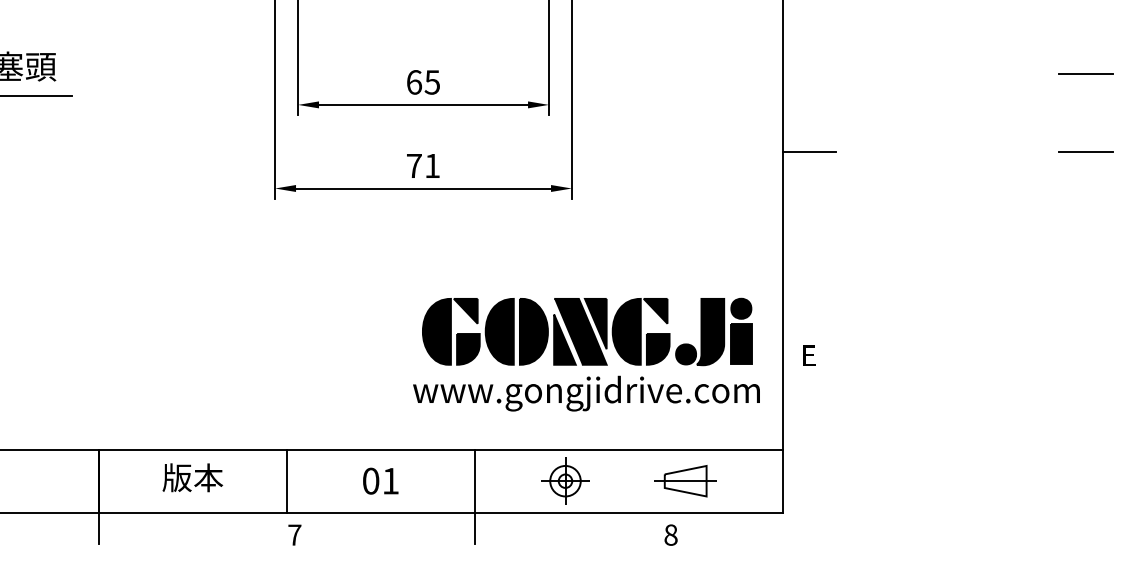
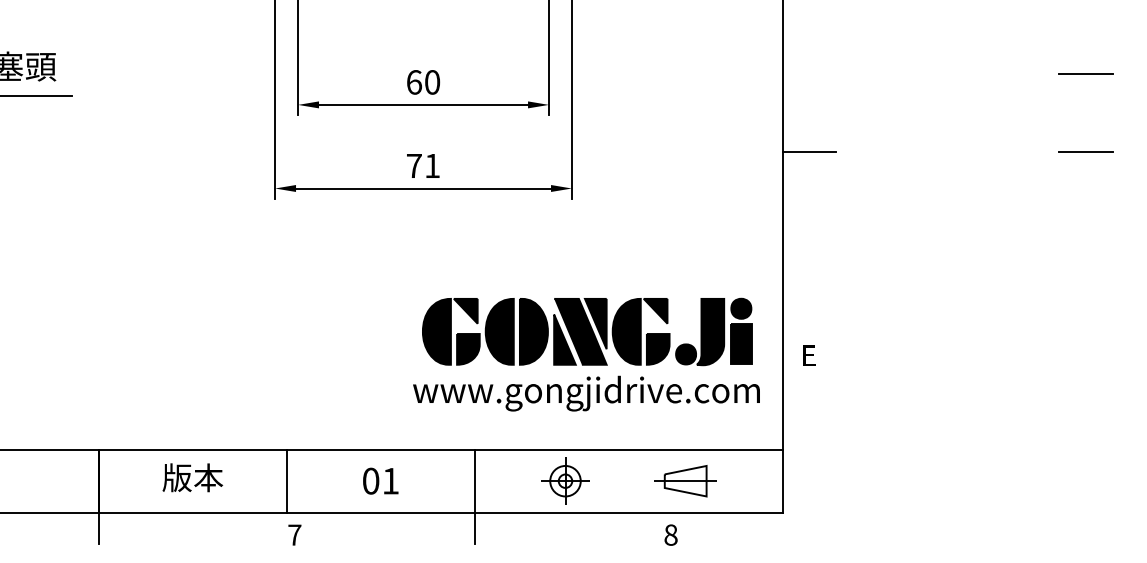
text at (432, 82): 65 -> 60
